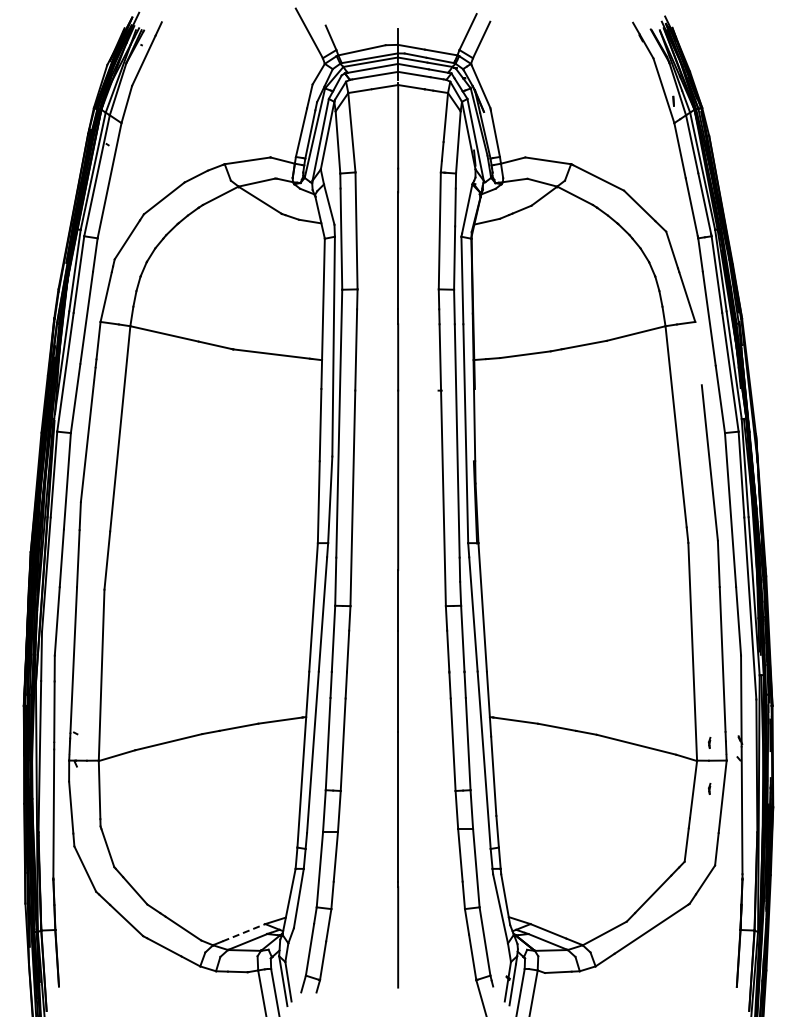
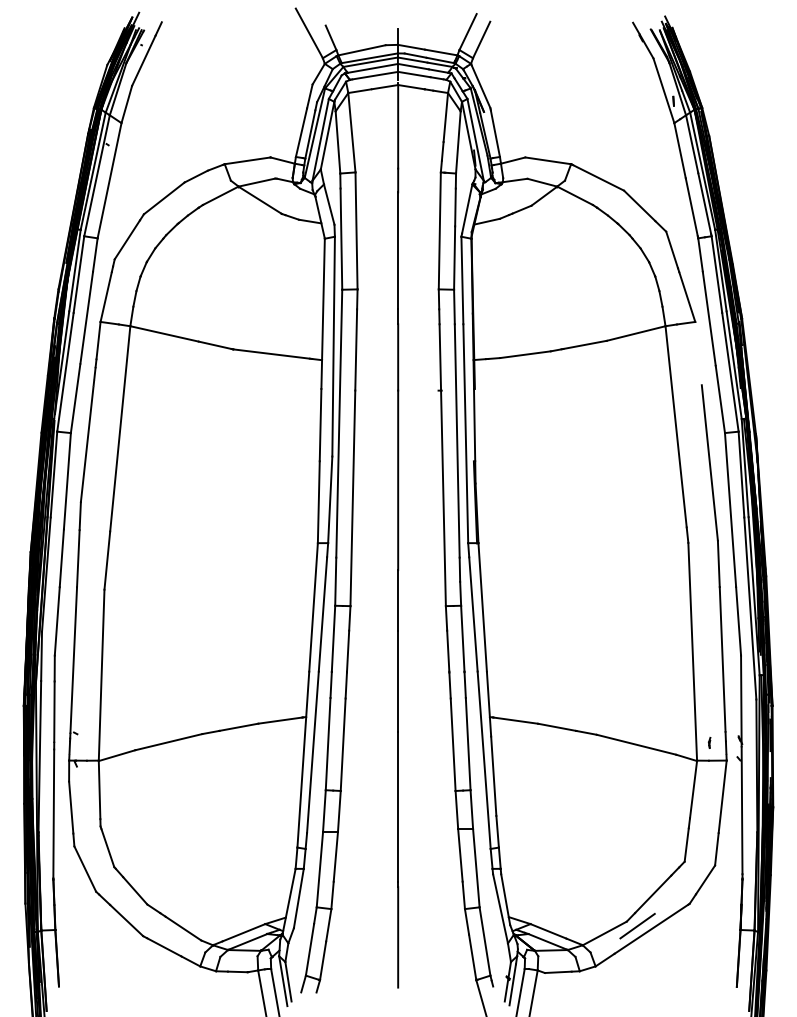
part at (709, 788): present -> none
line at (637, 925): none -> present
line at (244, 932): dashed -> solid
